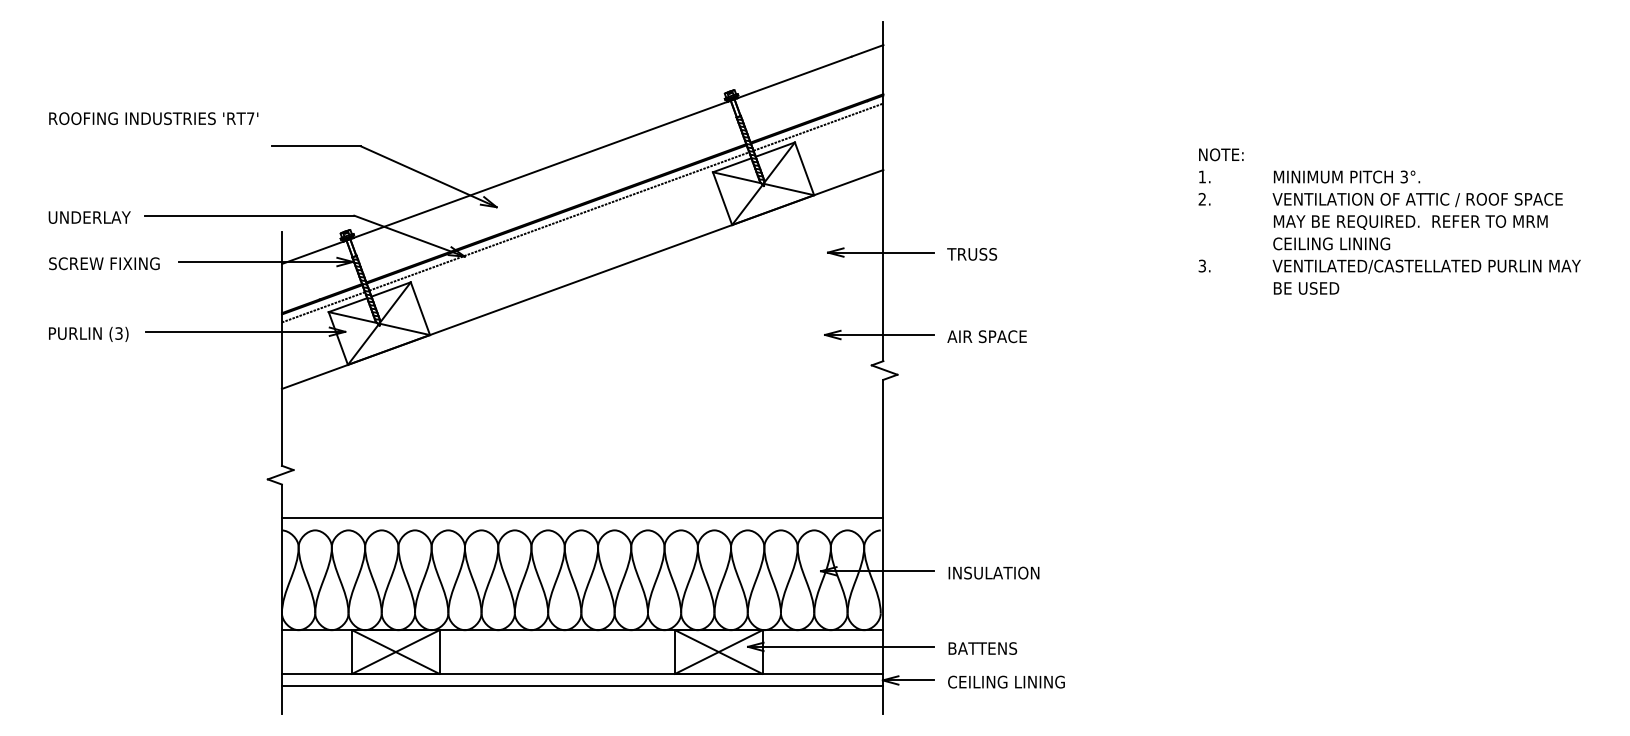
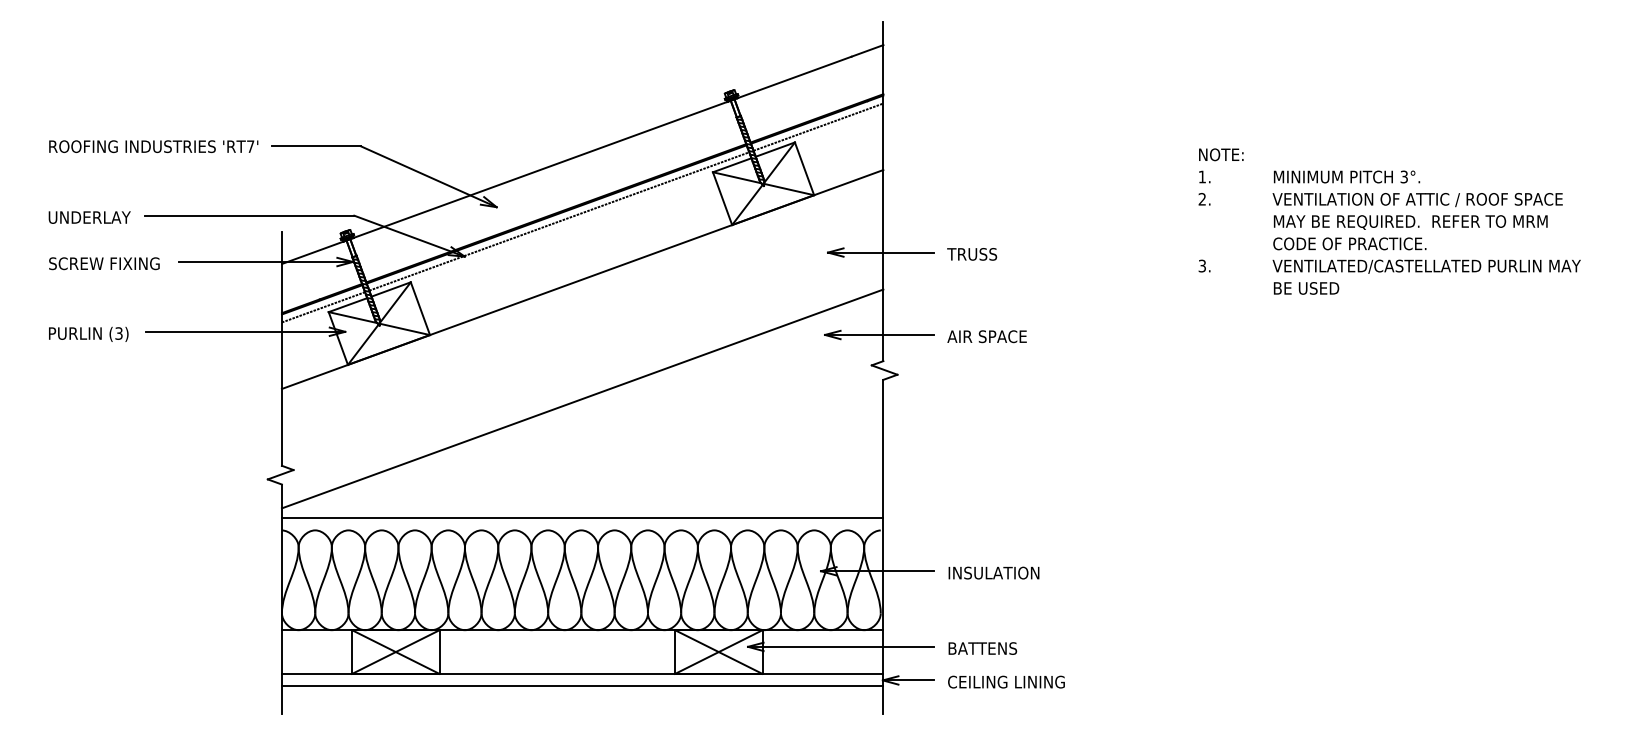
text at (153, 118) position: (153, 118) -> (153, 146)
text at (1355, 243): CEILING LINING -> CODE OF PRACTICE.
line at (582, 398): none -> present
